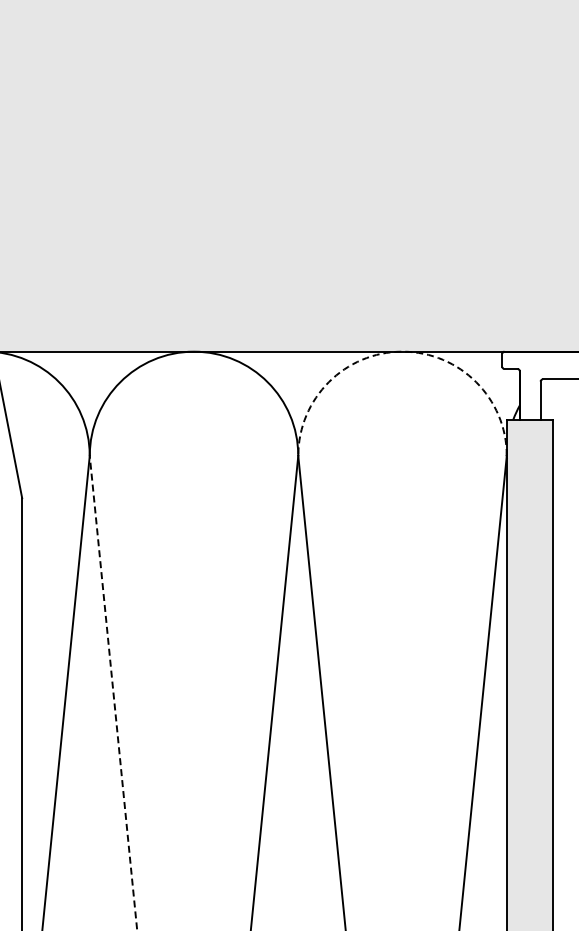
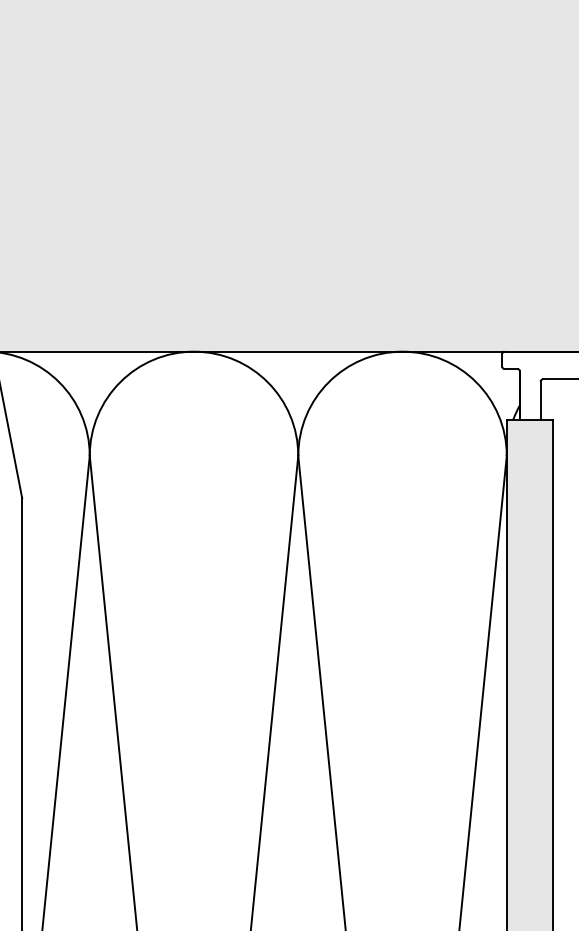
arc at (402, 351): dashed -> solid
line at (113, 692): dashed -> solid
